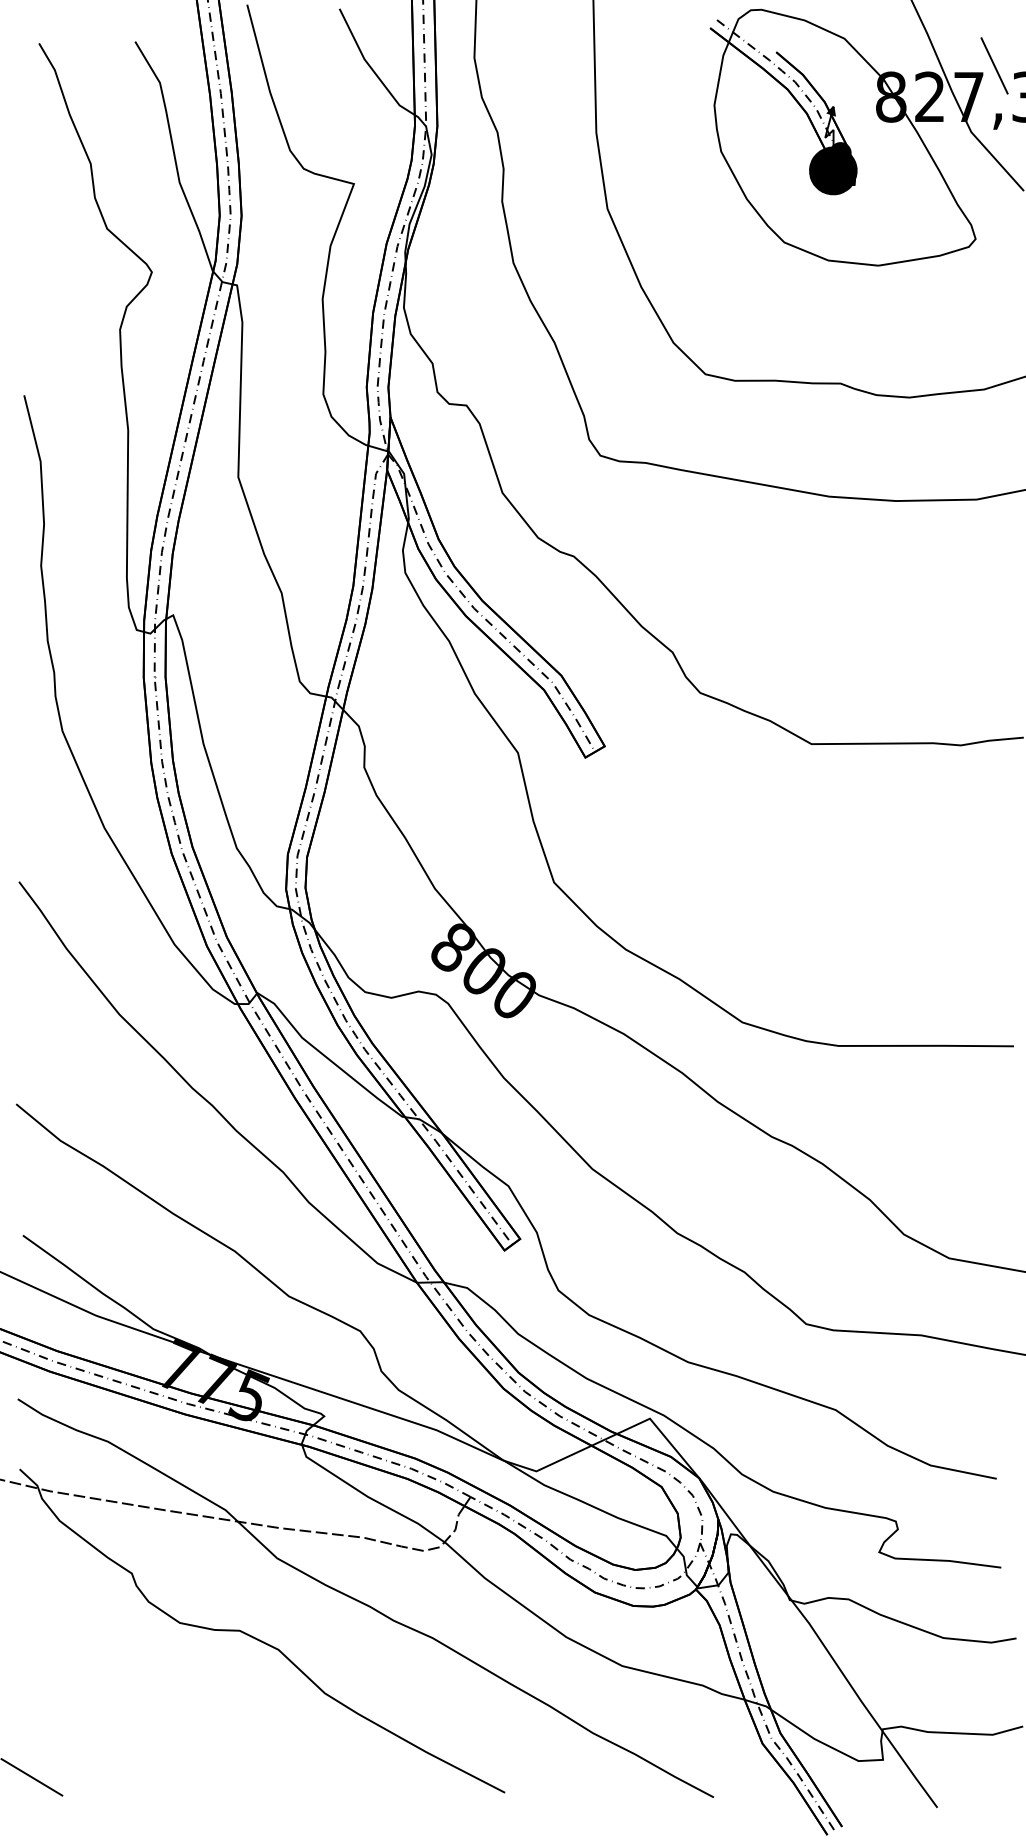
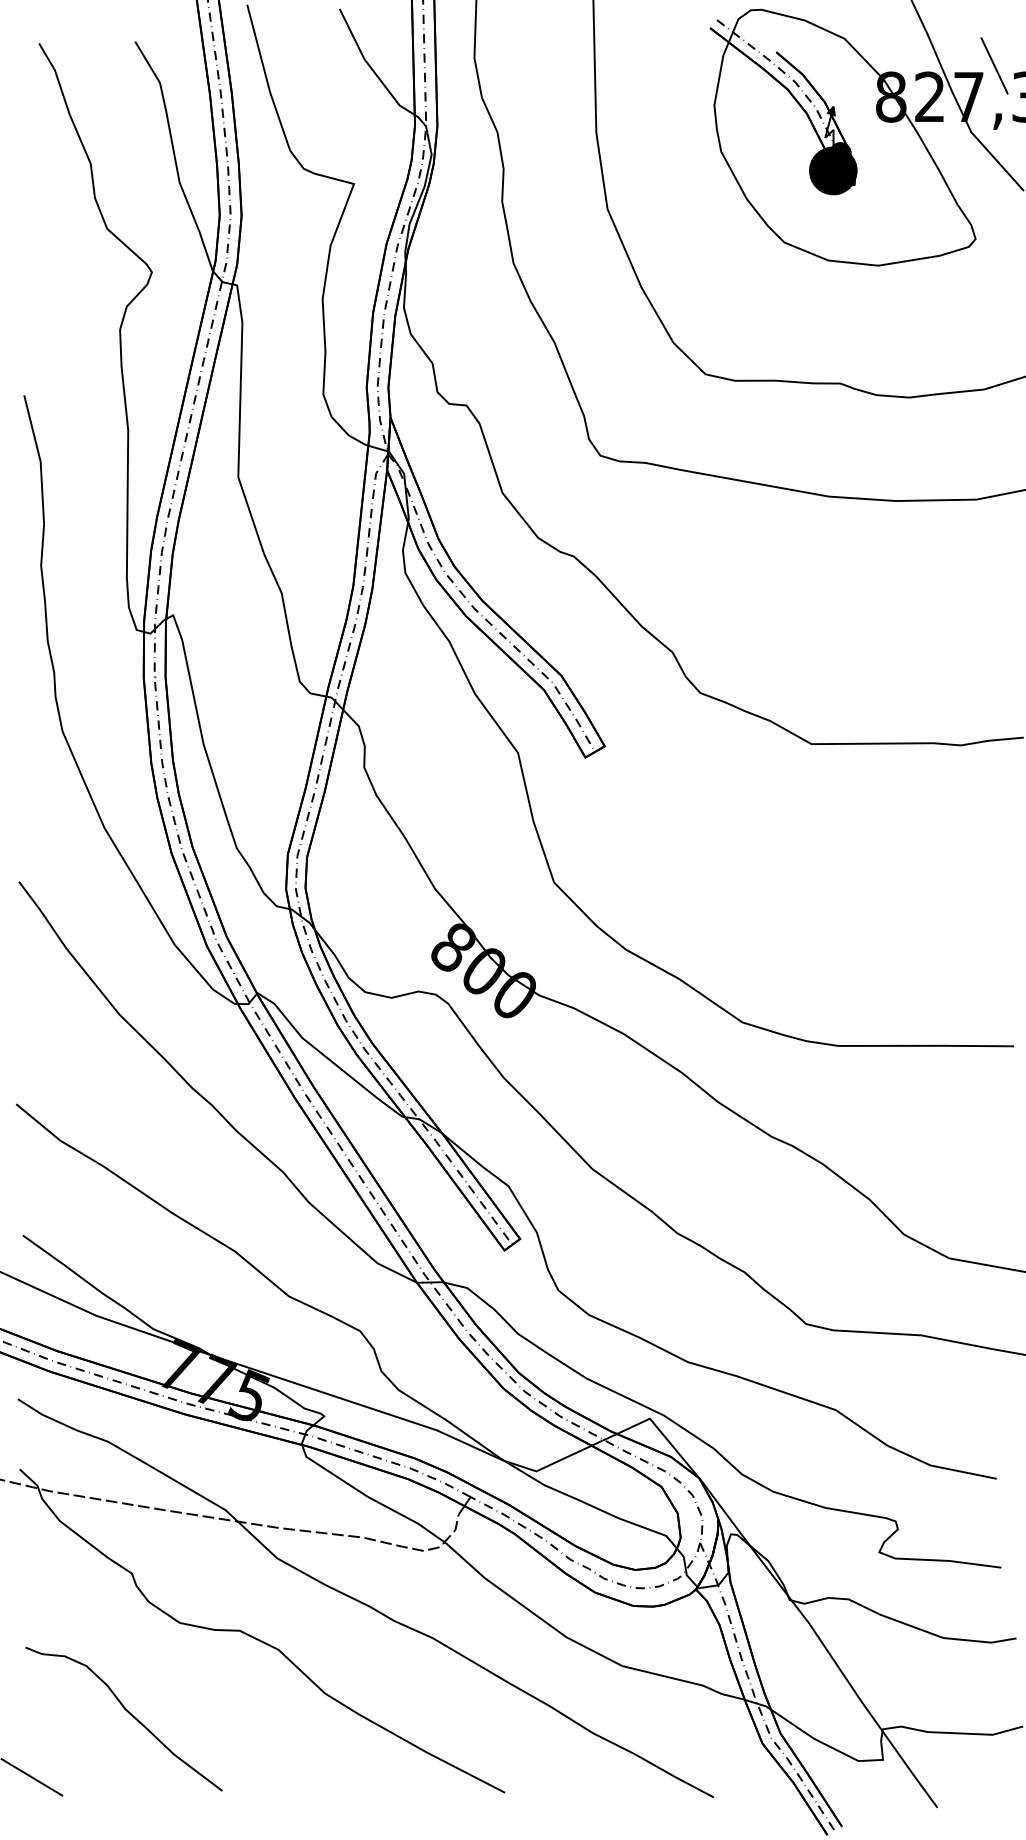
curve at (128, 1713): none -> present
